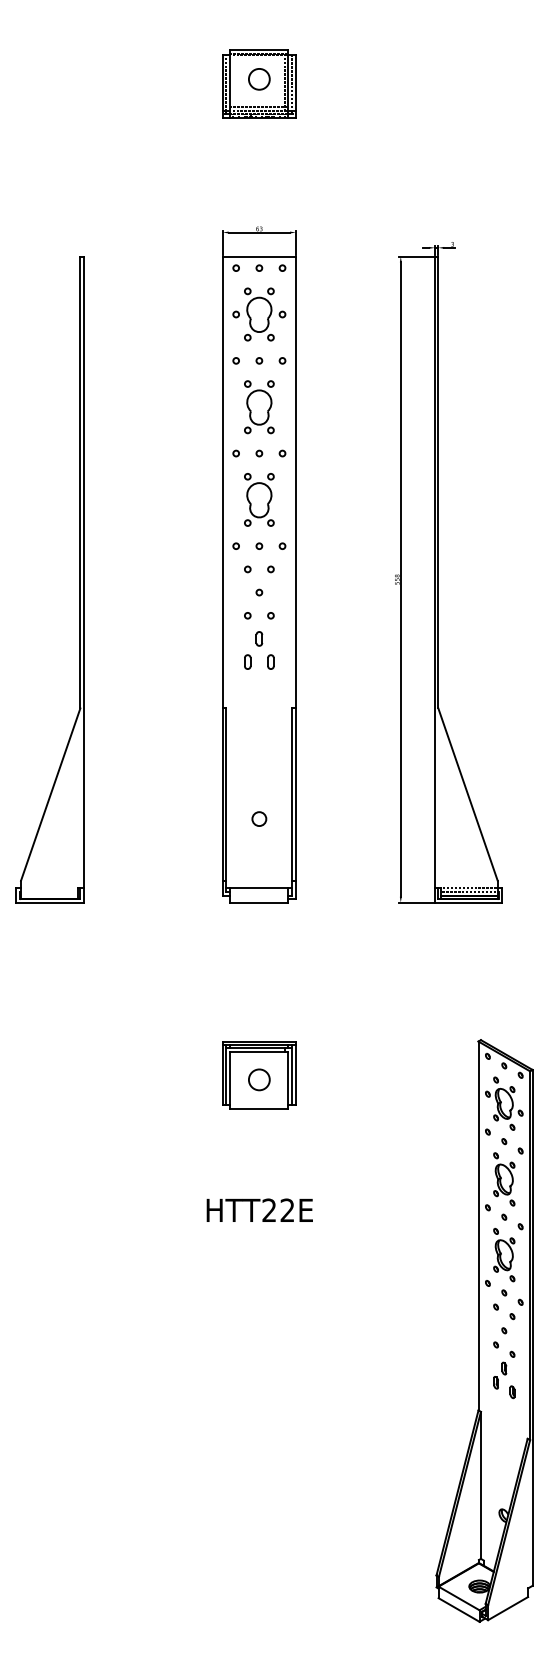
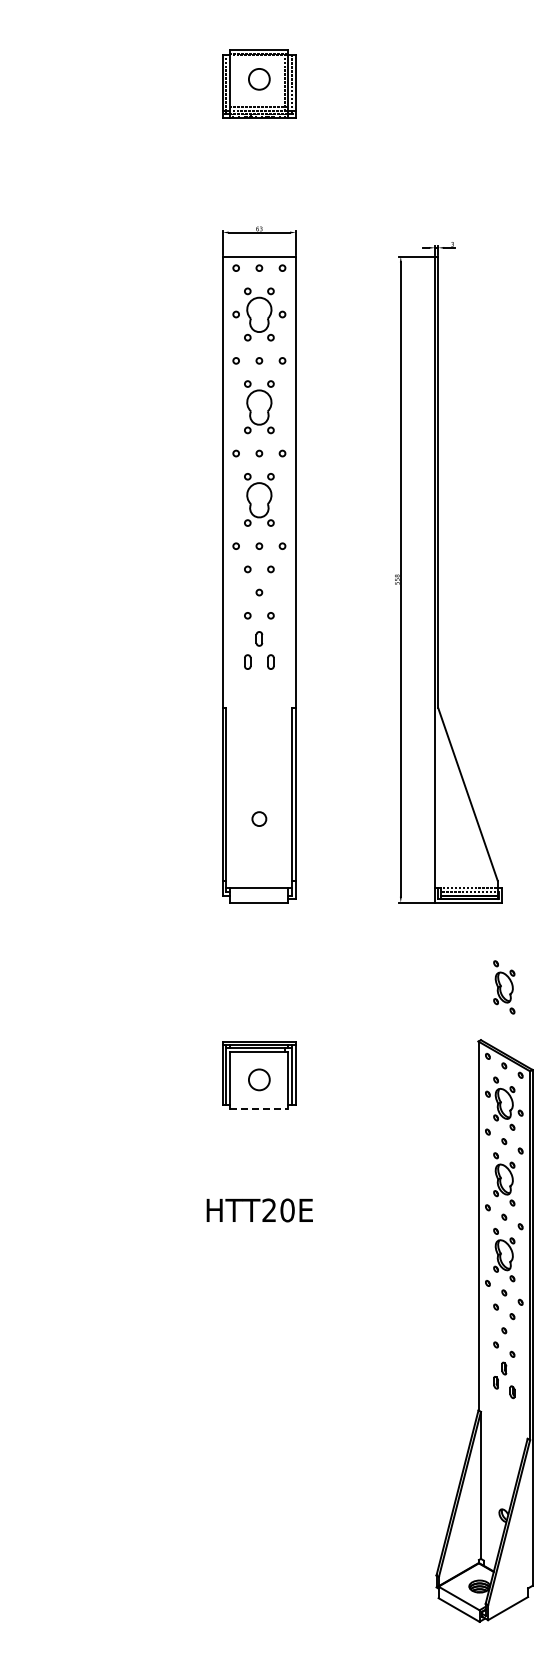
part at (79, 579): present -> none
part at (504, 987): none -> present
line at (259, 1109): solid -> dashed
text at (287, 1210): HTT22E -> HTT20E
